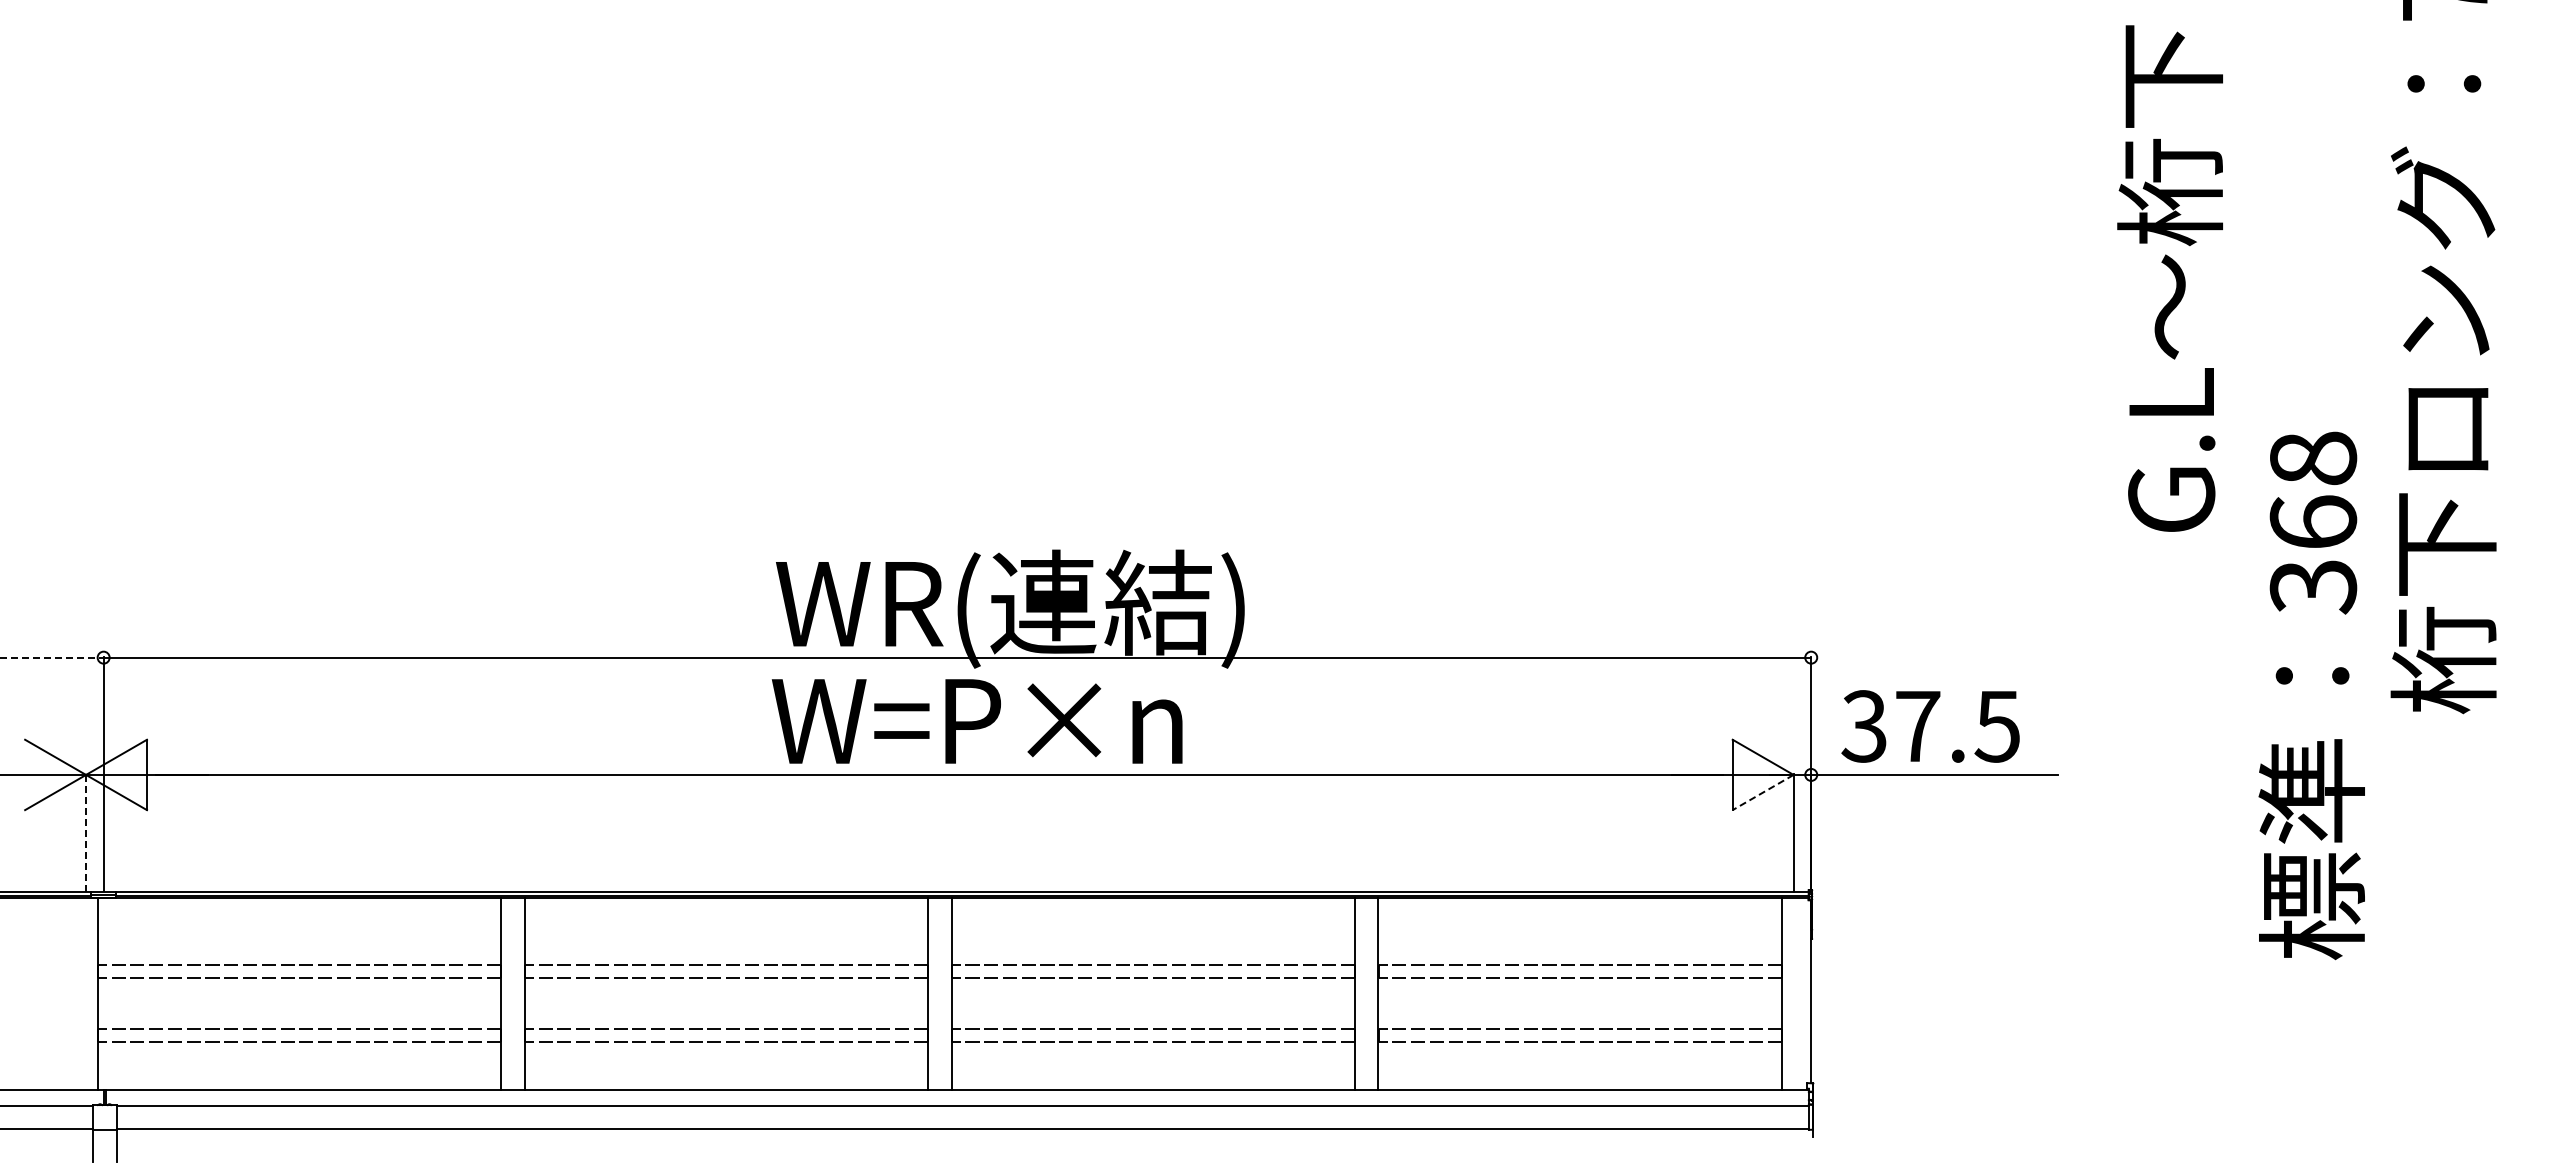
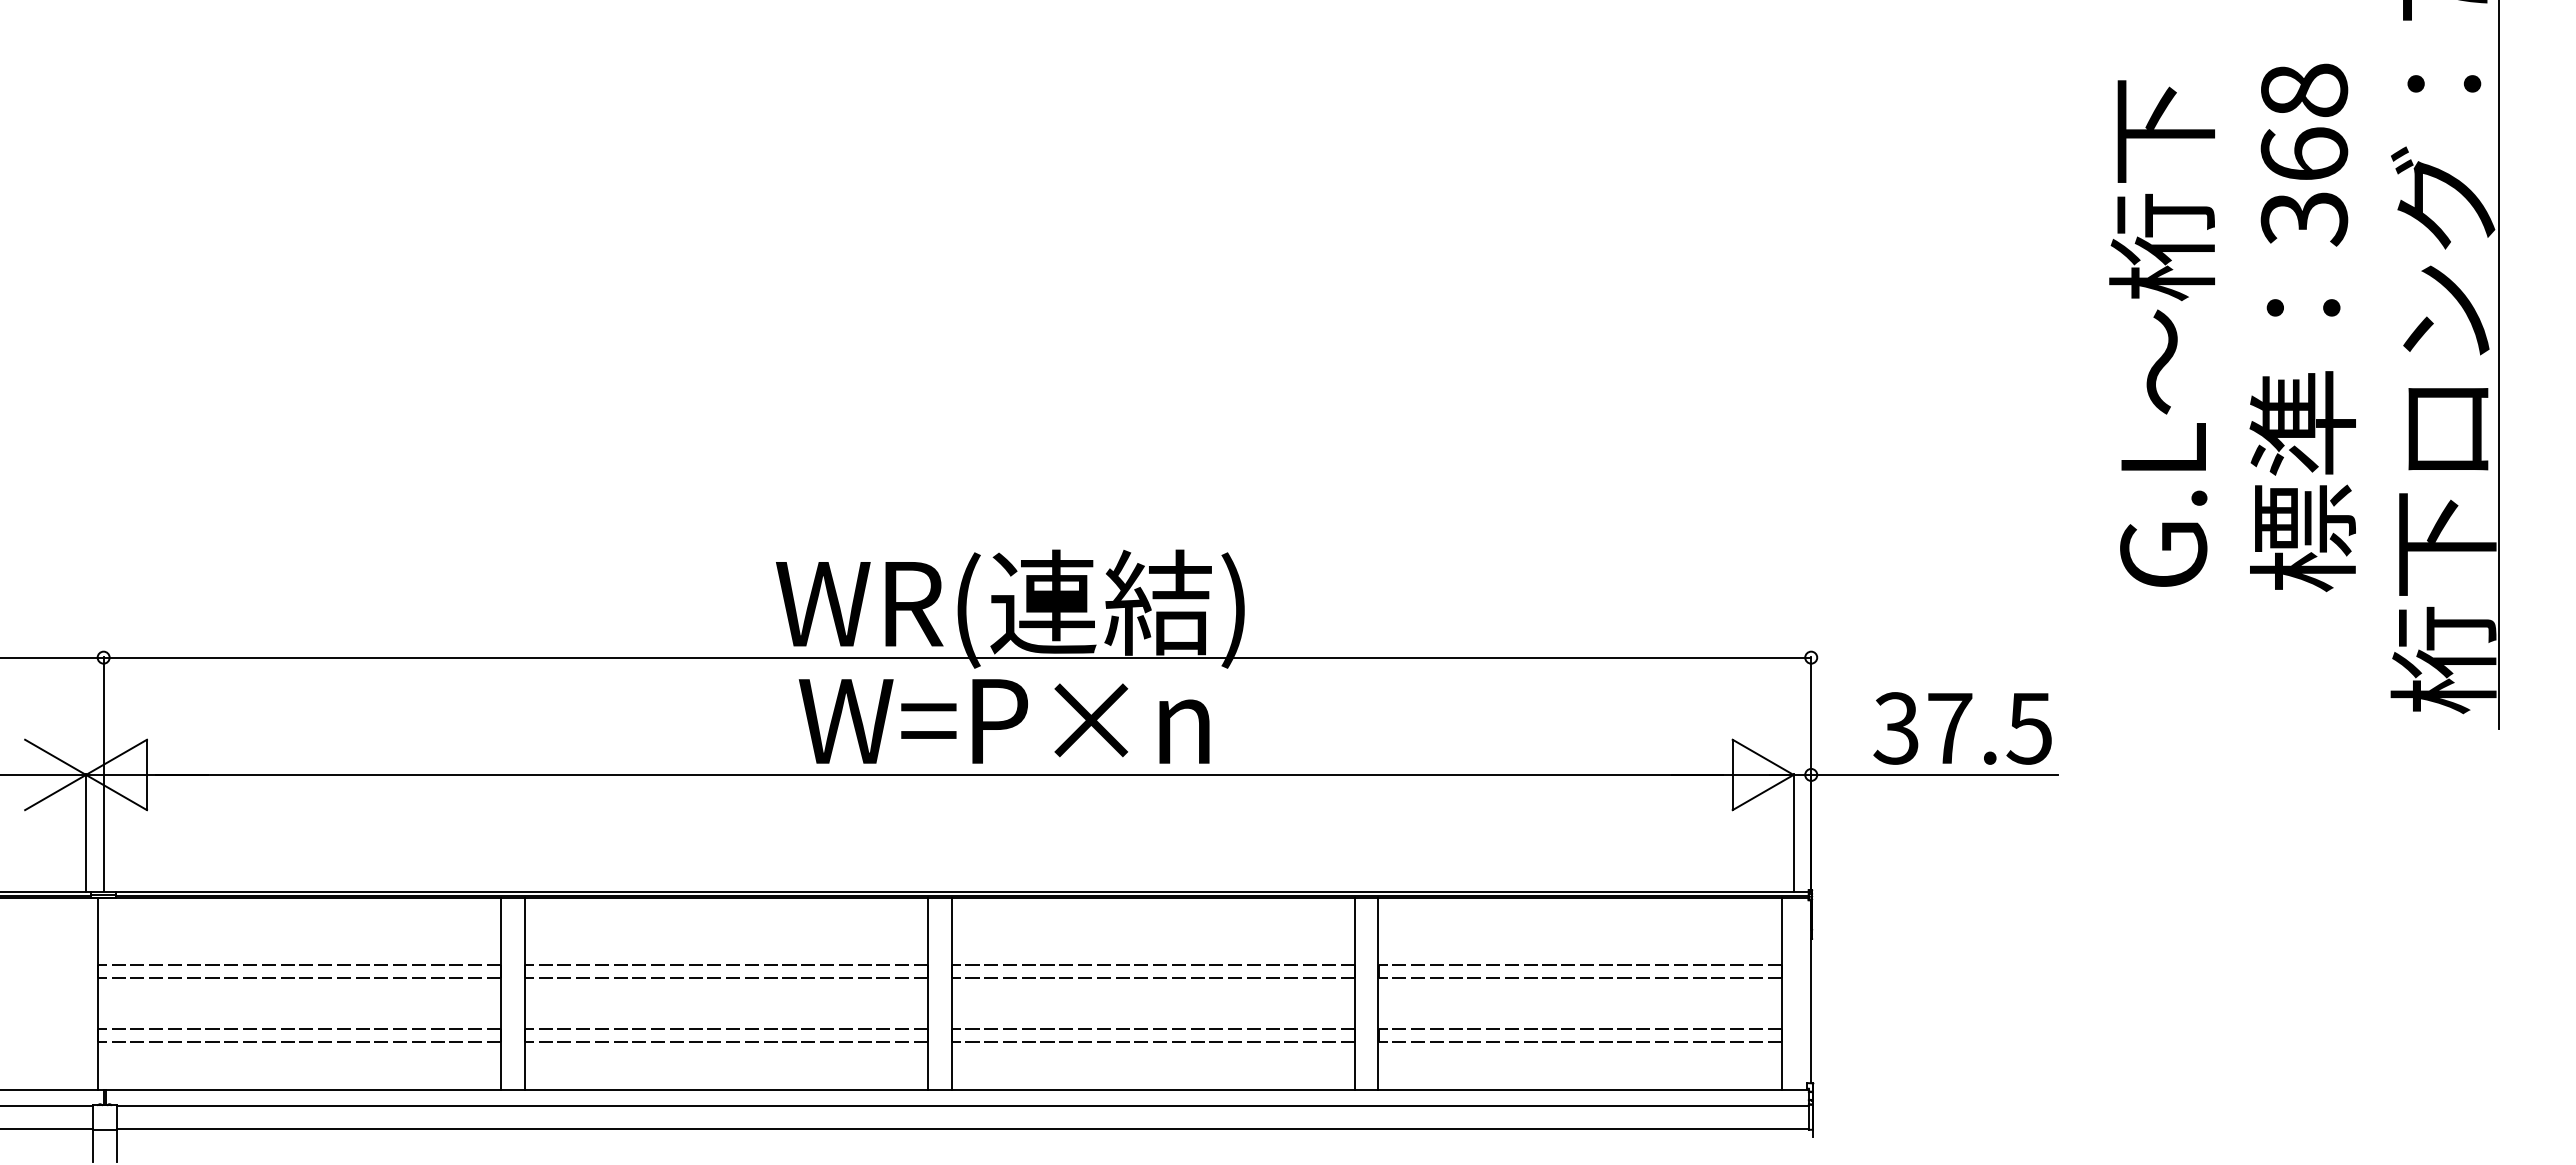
text at (2169, 278) position: (2169, 278) -> (2161, 333)
line at (2498, 365): none -> present
line at (52, 657): dashed -> solid
text at (2311, 695) position: (2311, 695) -> (2302, 327)
text at (976, 721) position: (976, 721) -> (1003, 721)
text at (1930, 726) position: (1930, 726) -> (1962, 728)
line at (1762, 792): dashed -> solid
line at (86, 833): dashed -> solid
